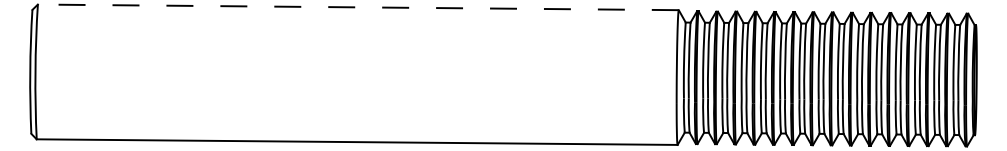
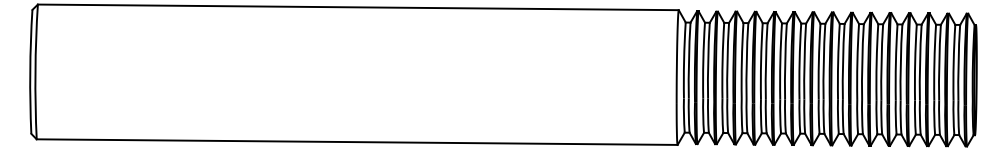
line at (357, 7): dashed -> solid
